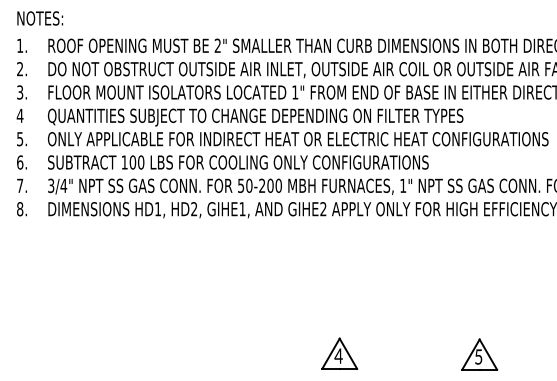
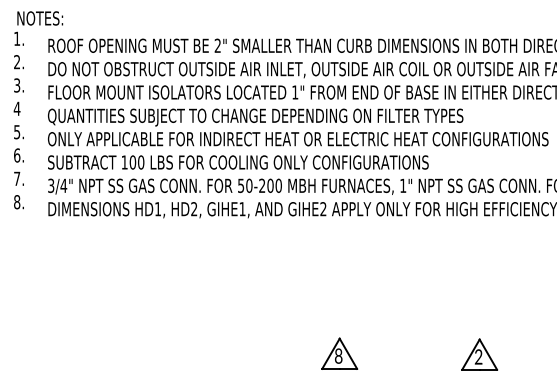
text at (21, 127) position: (21, 127) -> (18, 120)
text at (338, 355): 4 -> 8
text at (478, 356): 5 -> 2
